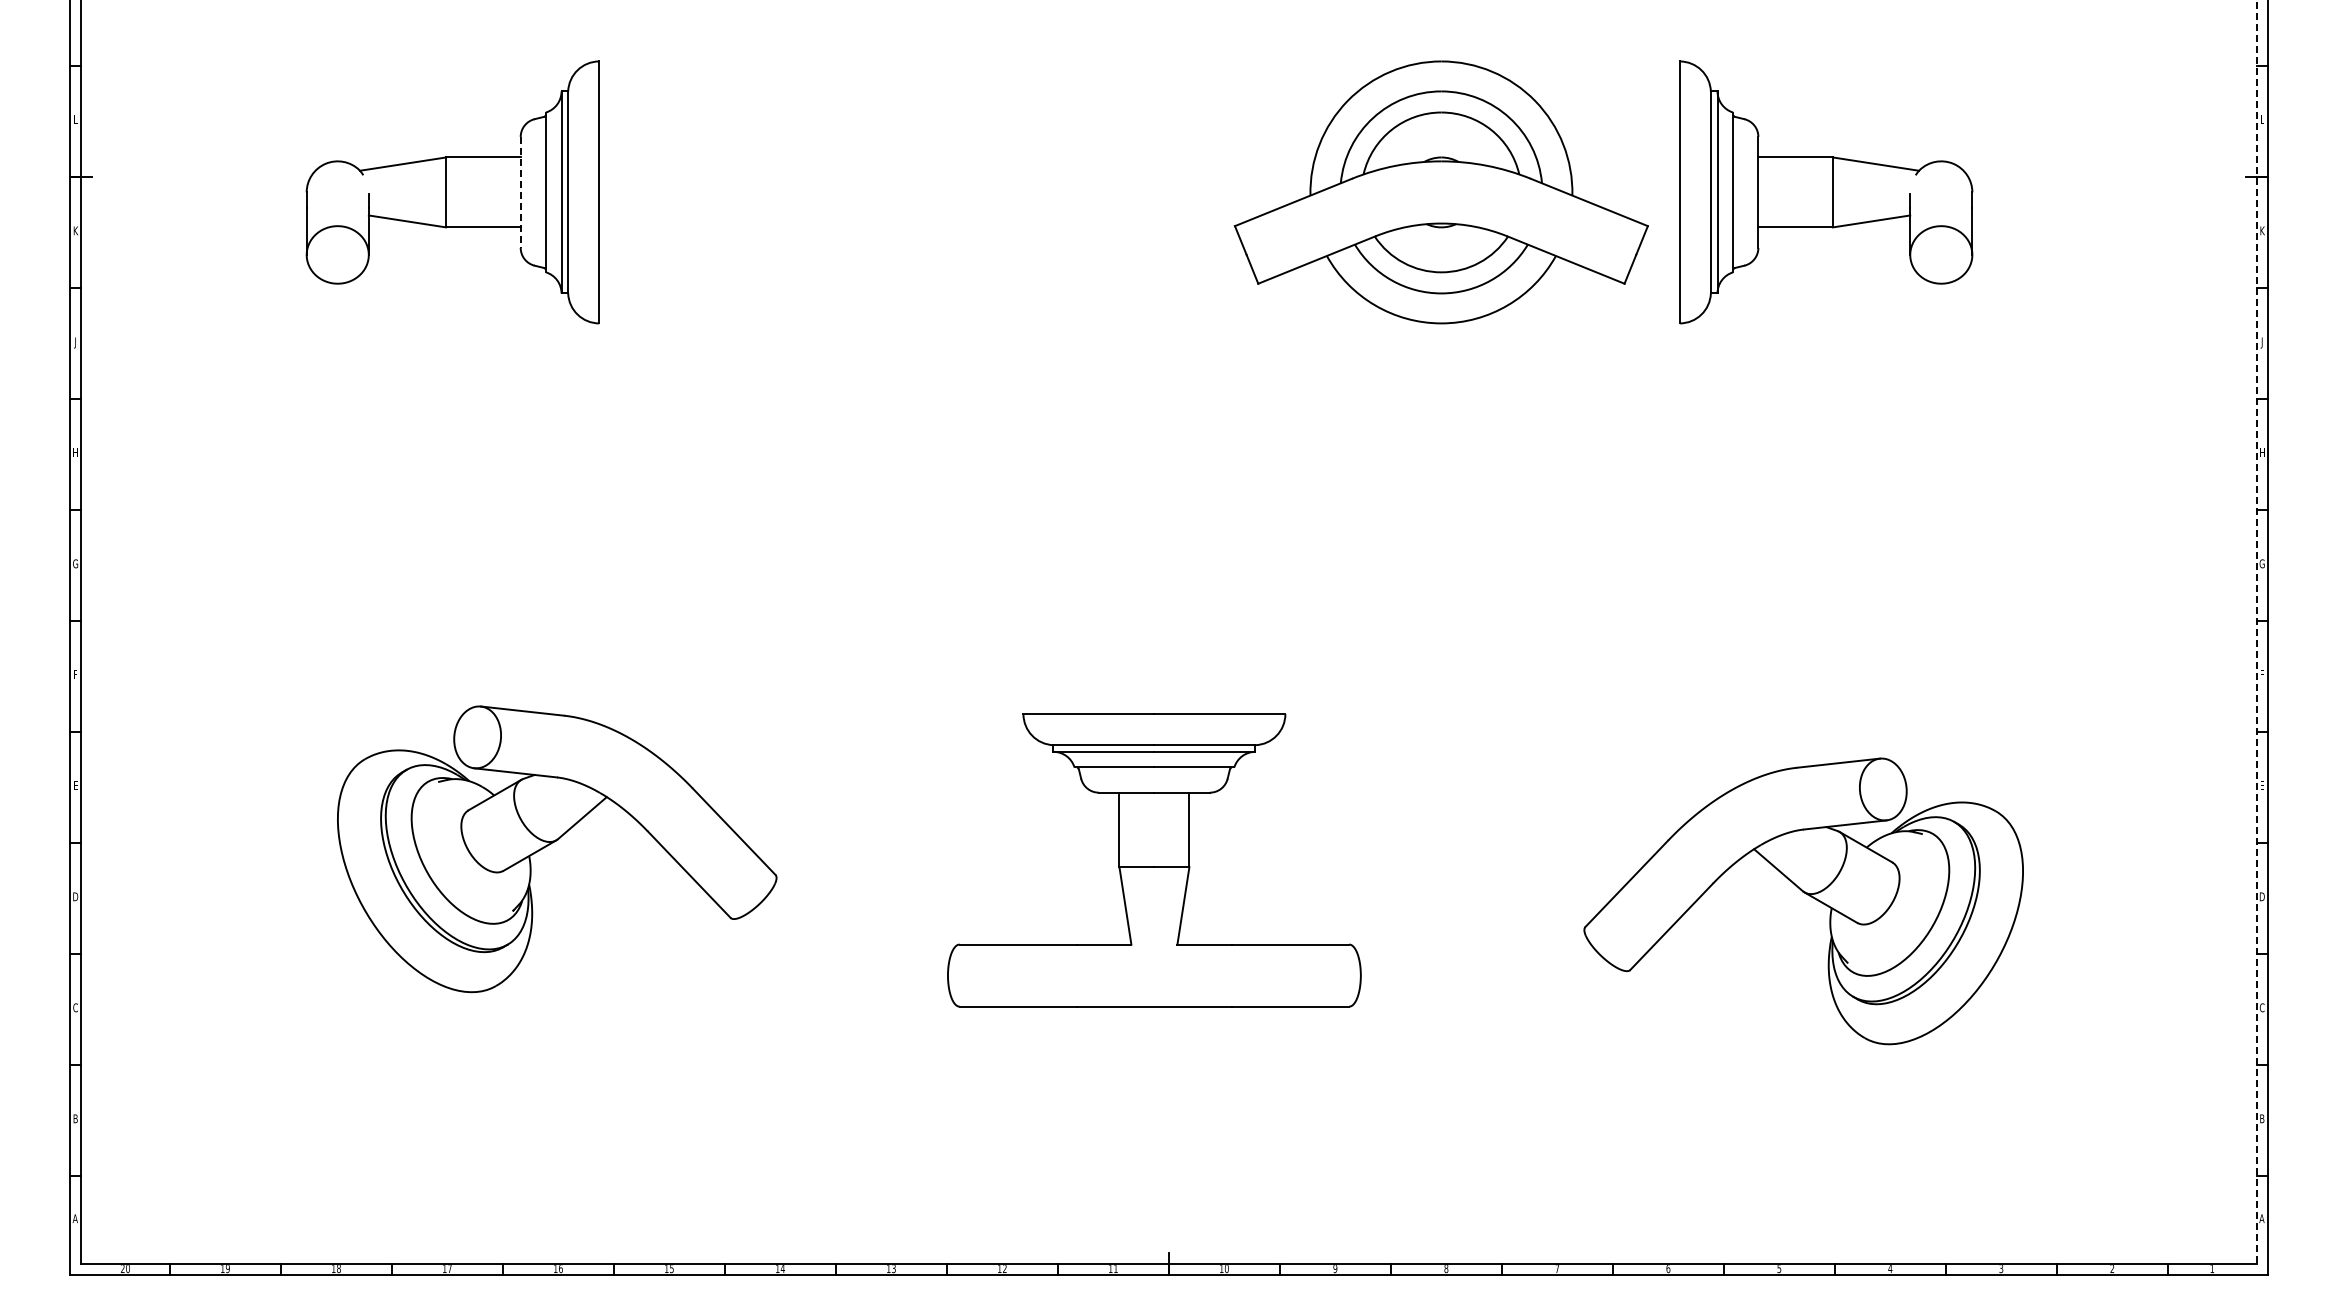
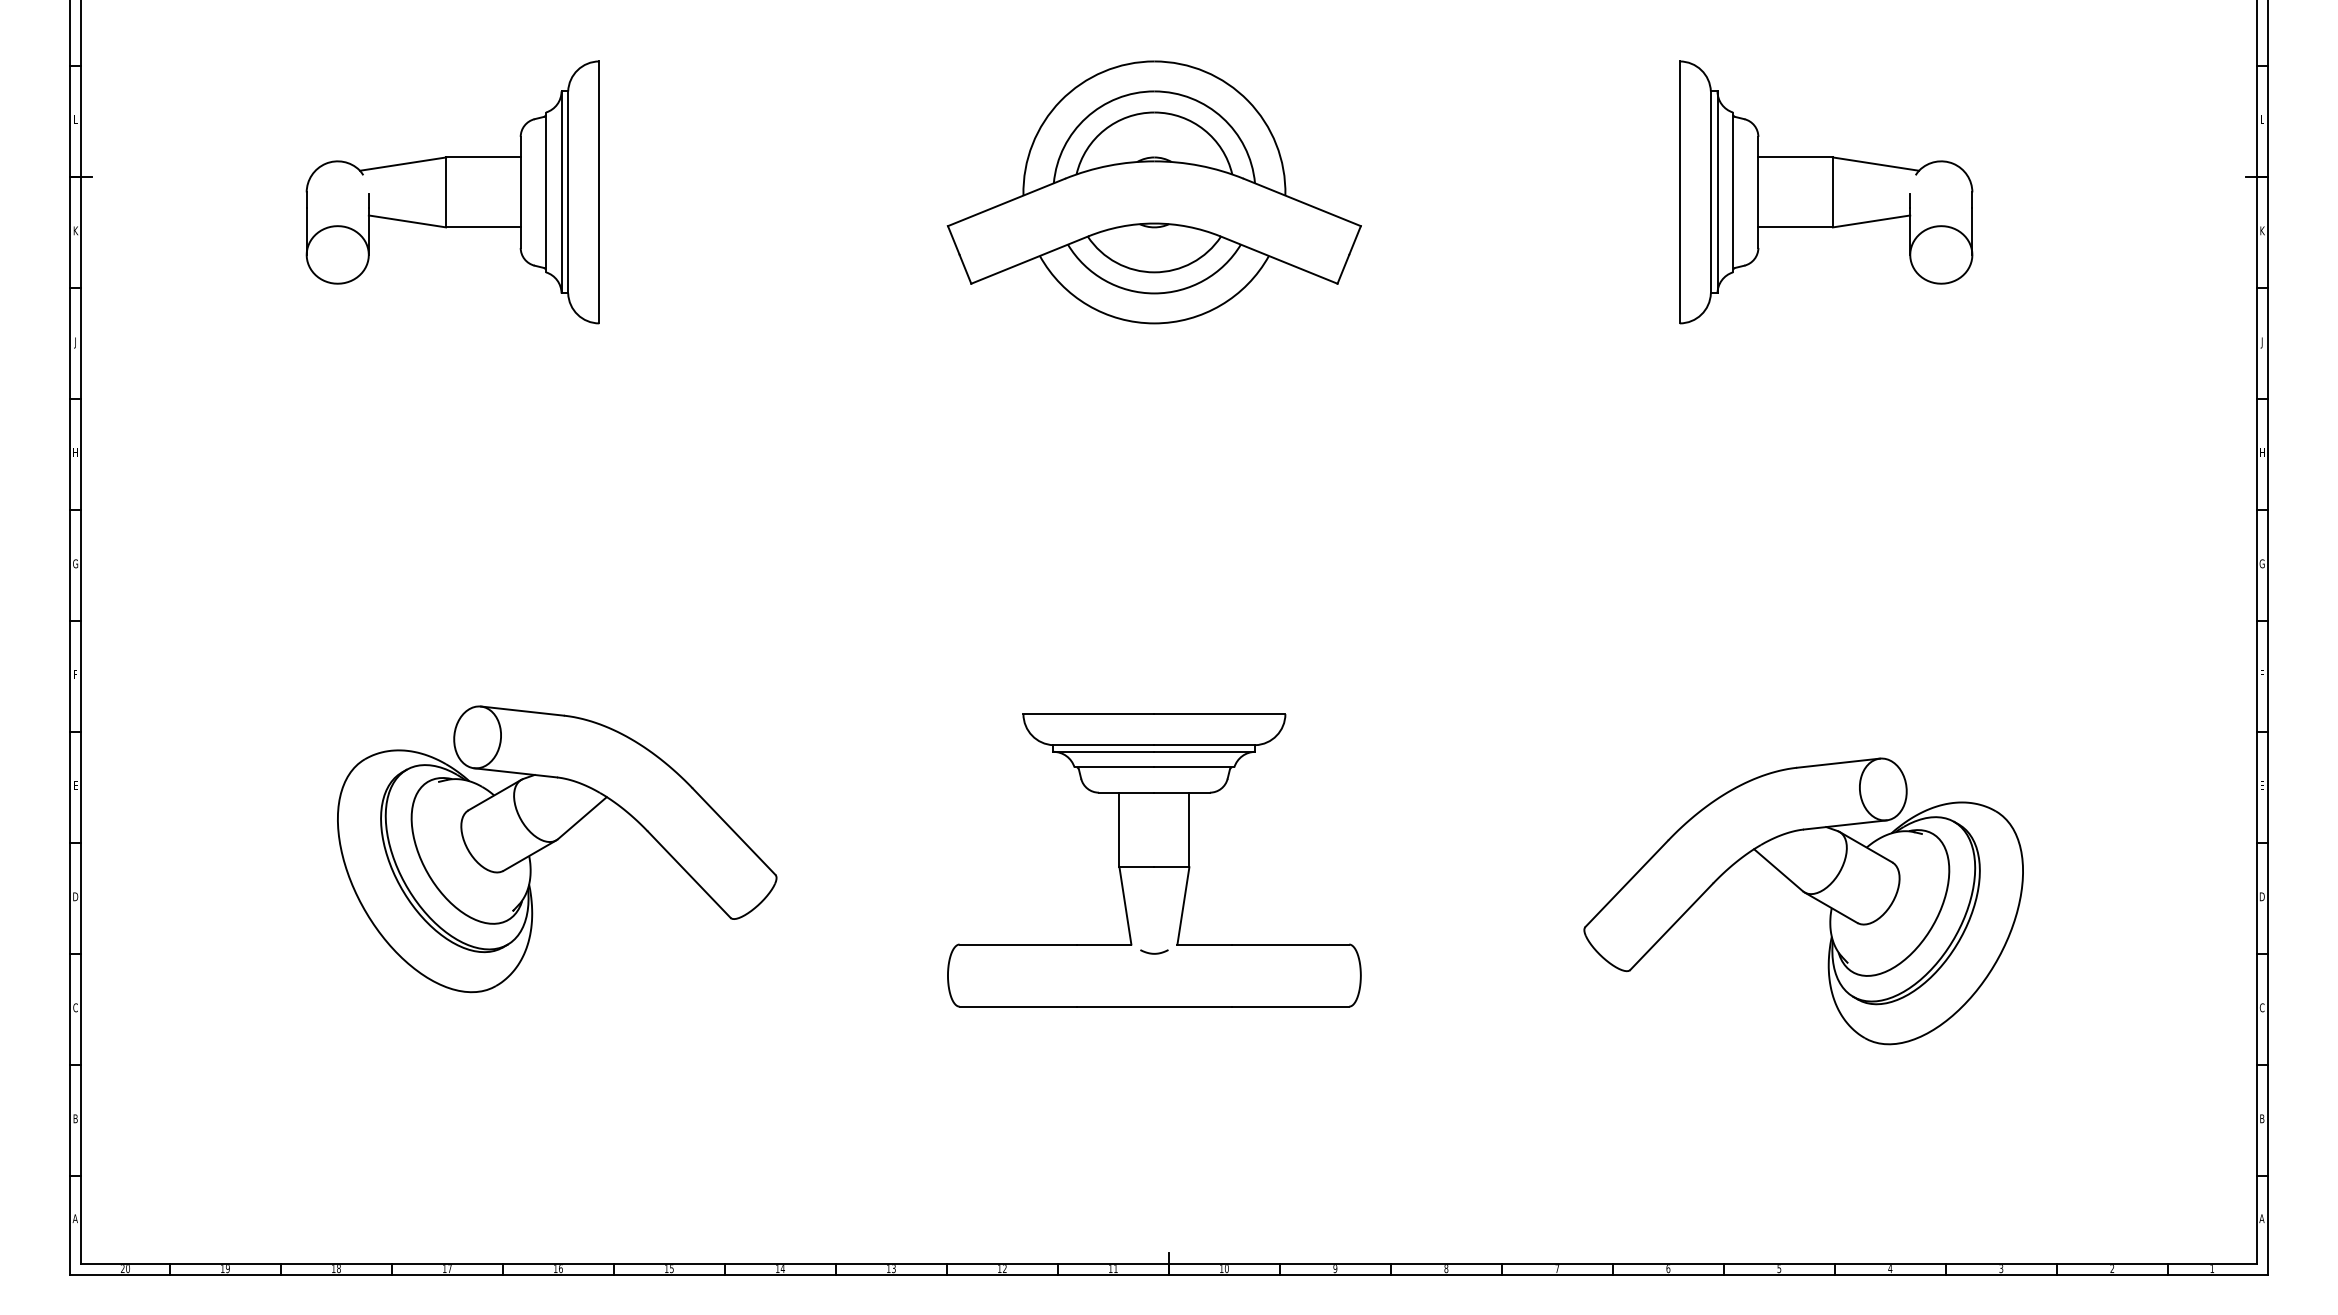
line at (520, 192): dashed -> solid
part at (1440, 192) position: (1440, 192) -> (1153, 192)
line at (2256, 632): dashed -> solid
curve at (1153, 952): none -> present
